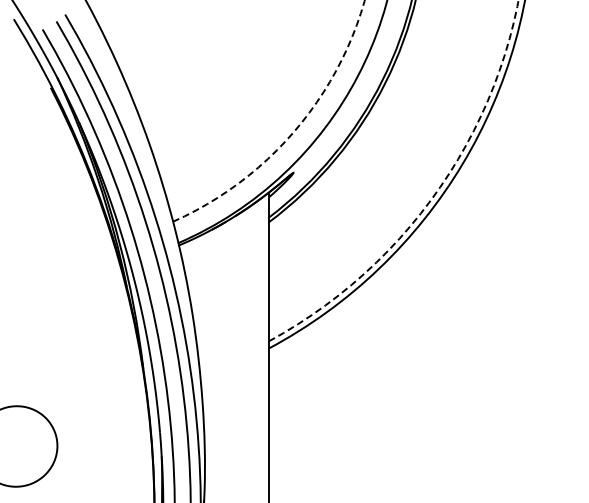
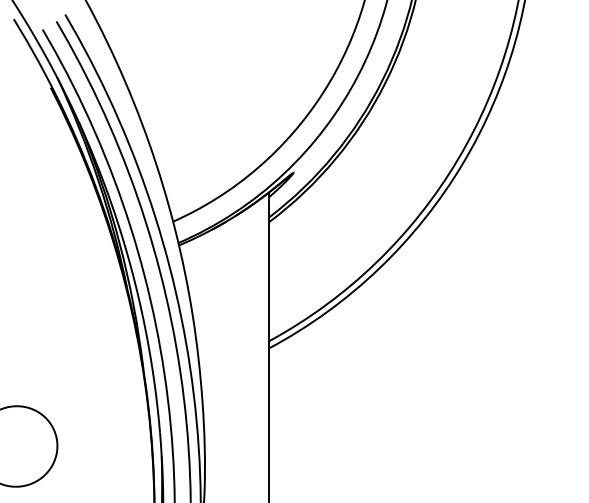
arc at (292, 133): dashed -> solid
arc at (432, 198): dashed -> solid
